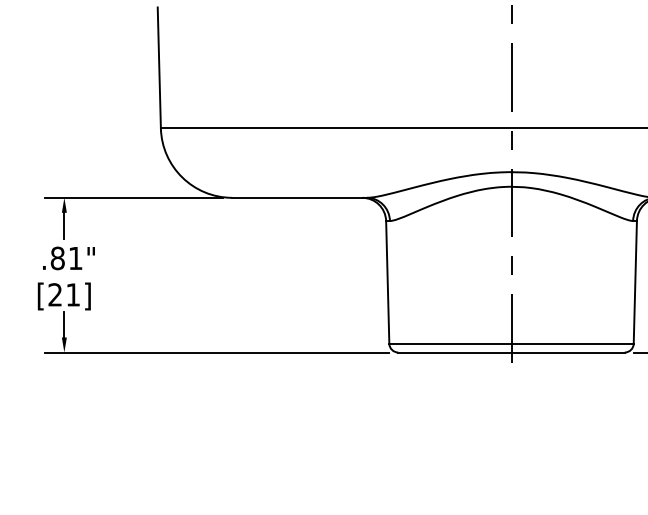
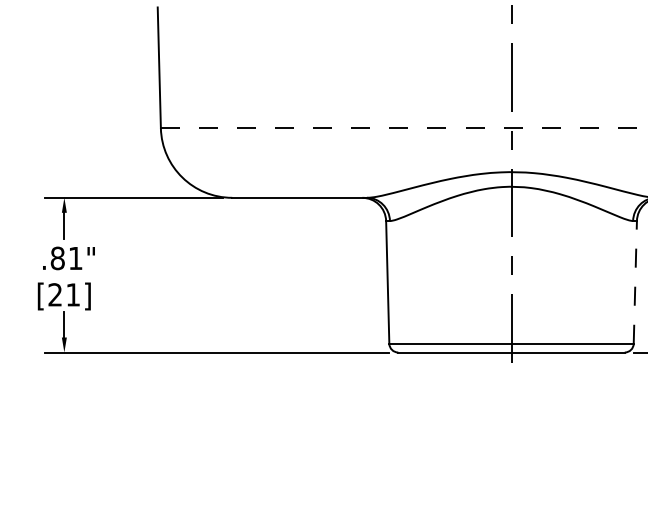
line at (404, 128): solid -> dashed
line at (635, 281): solid -> dashed
